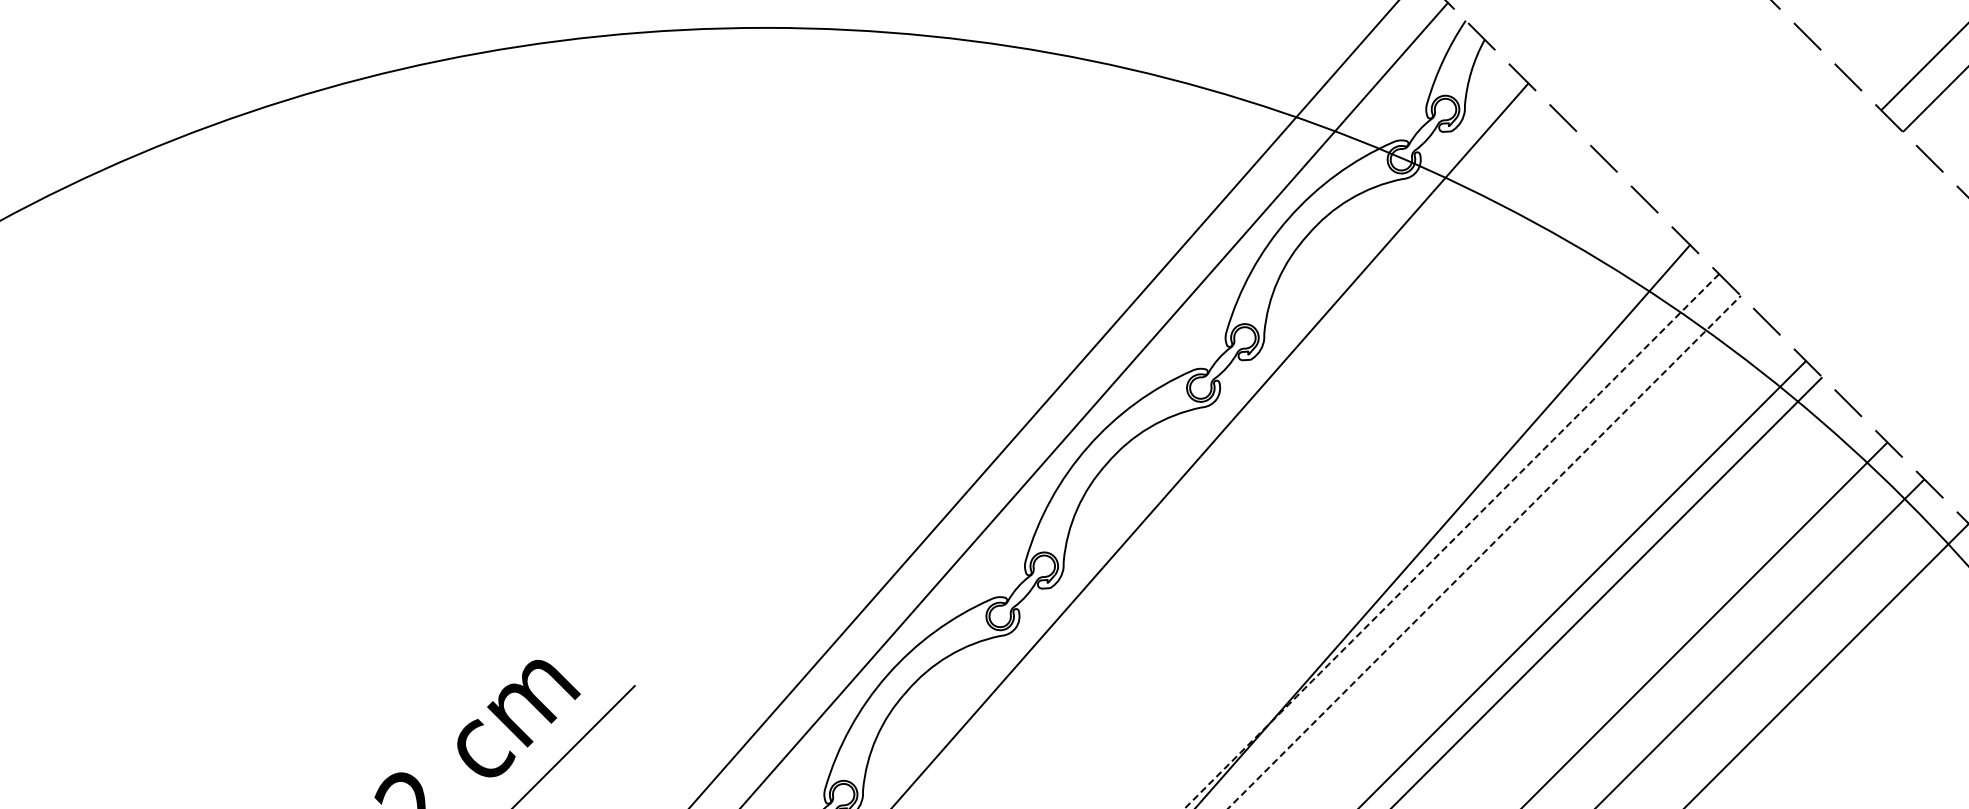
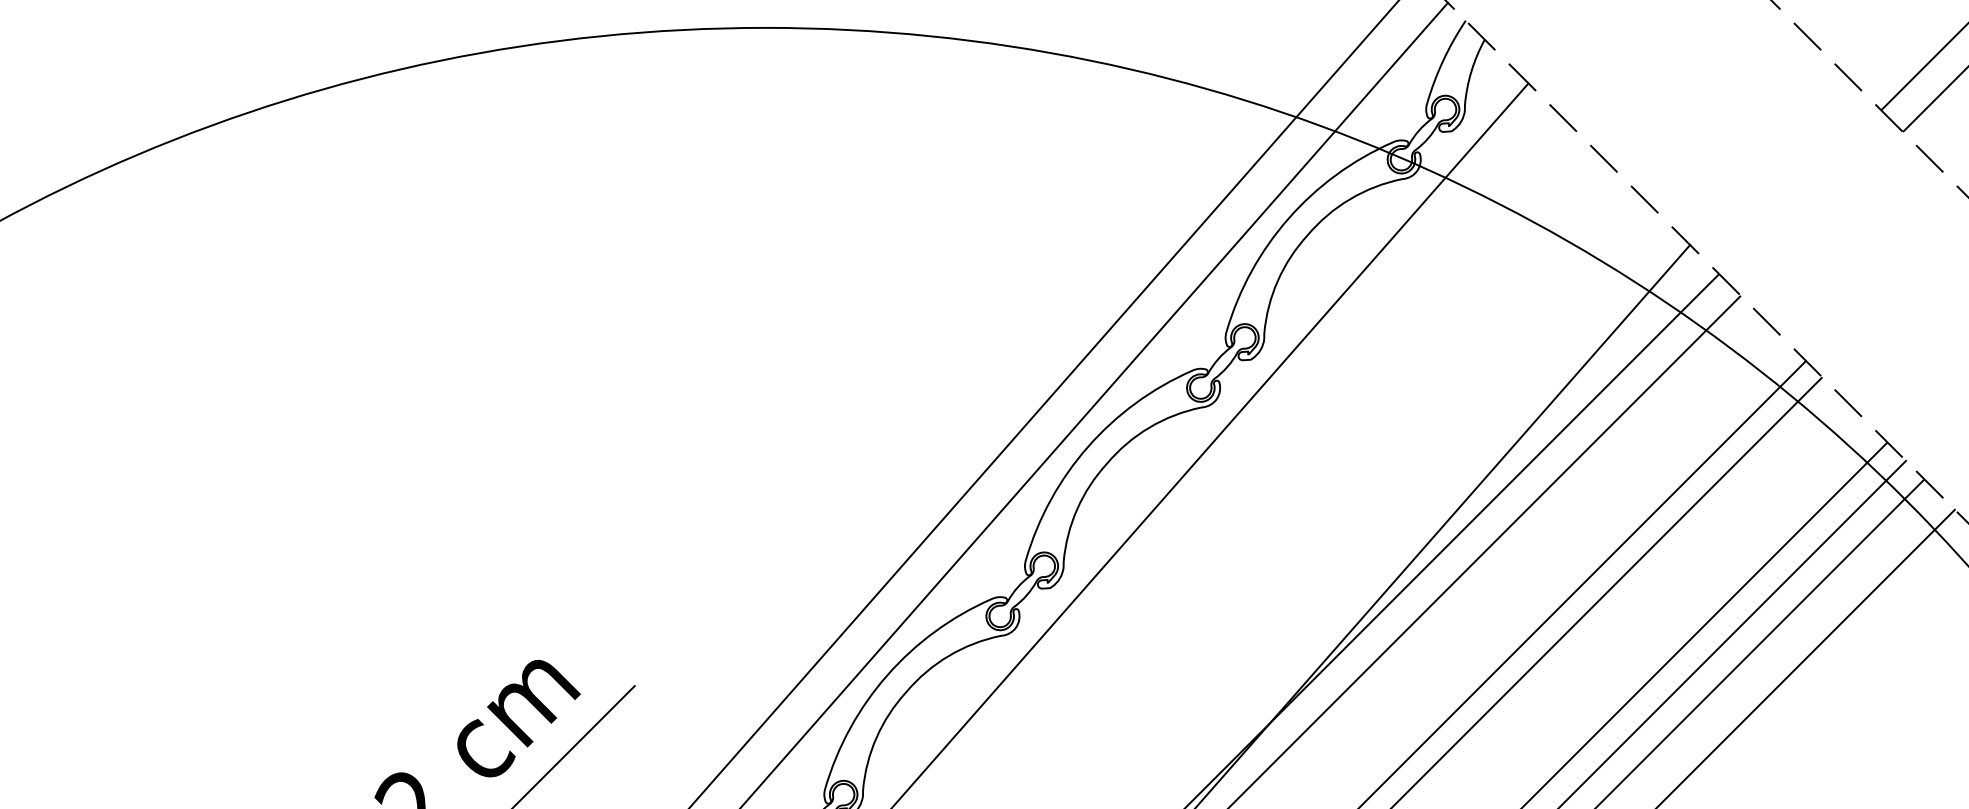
line at (1733, 632): none -> present
line at (1826, 666) position: (1826, 666) -> (1806, 657)
line at (1194, 798): dashed -> solid
